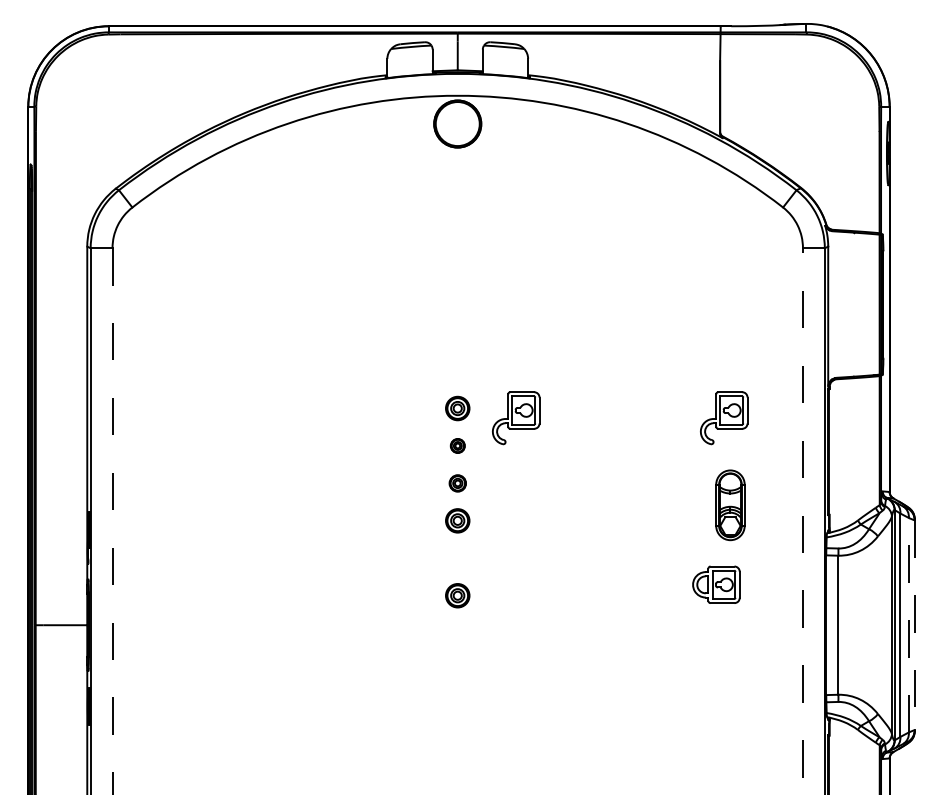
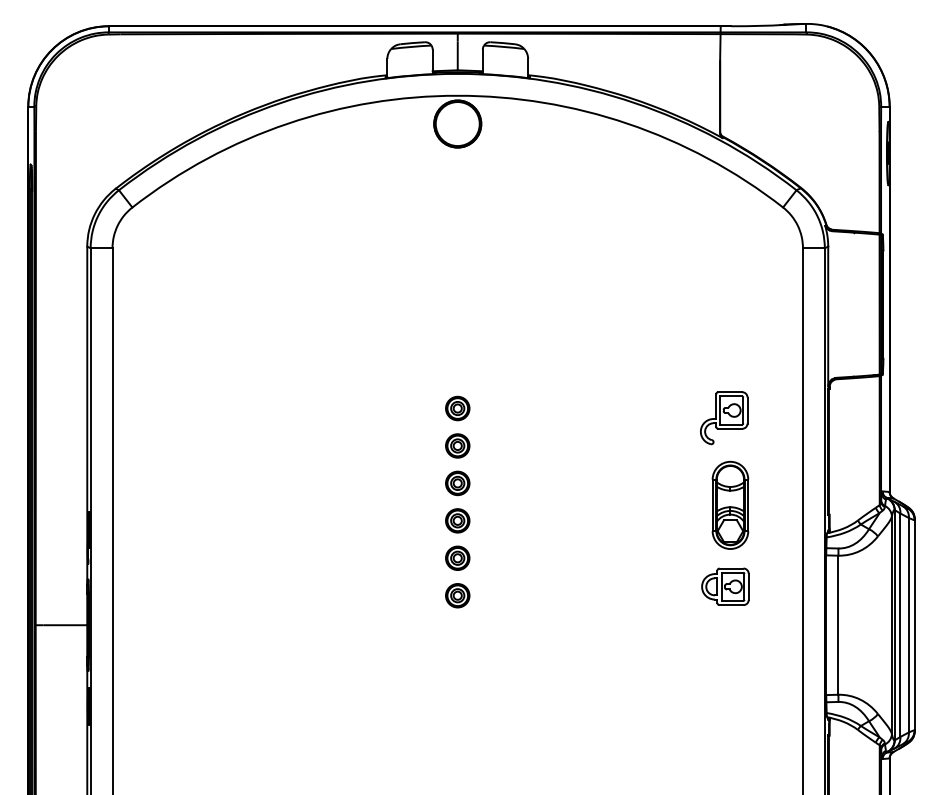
part at (516, 418): present -> none
part at (457, 445) size: 17x16 px -> 26x26 px
part at (457, 483) size: 19x19 px -> 26x27 px
part at (730, 505) size: 31x73 px -> 39x90 px
line at (802, 520): dashed -> solid
line at (112, 521): dashed -> solid
part at (457, 557): none -> present
part at (716, 584) position: (716, 584) -> (725, 586)
line at (908, 624): dashed -> solid
line at (914, 625): dashed -> solid
